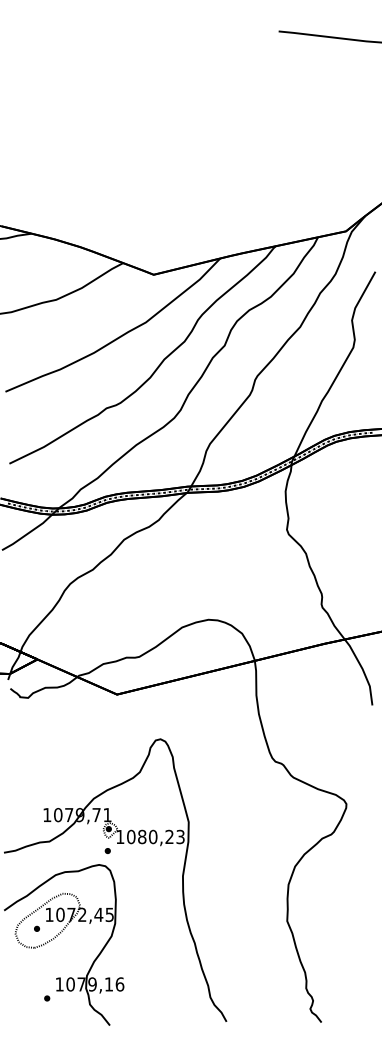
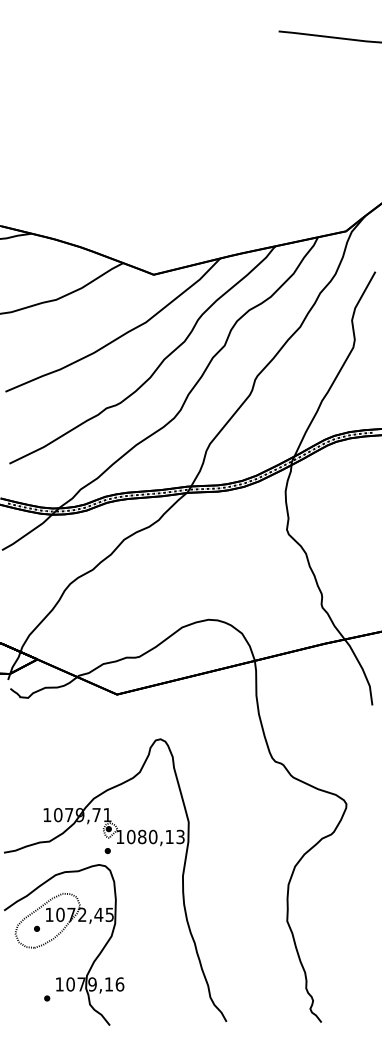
text at (169, 836): 1080,23 -> 1080,13
